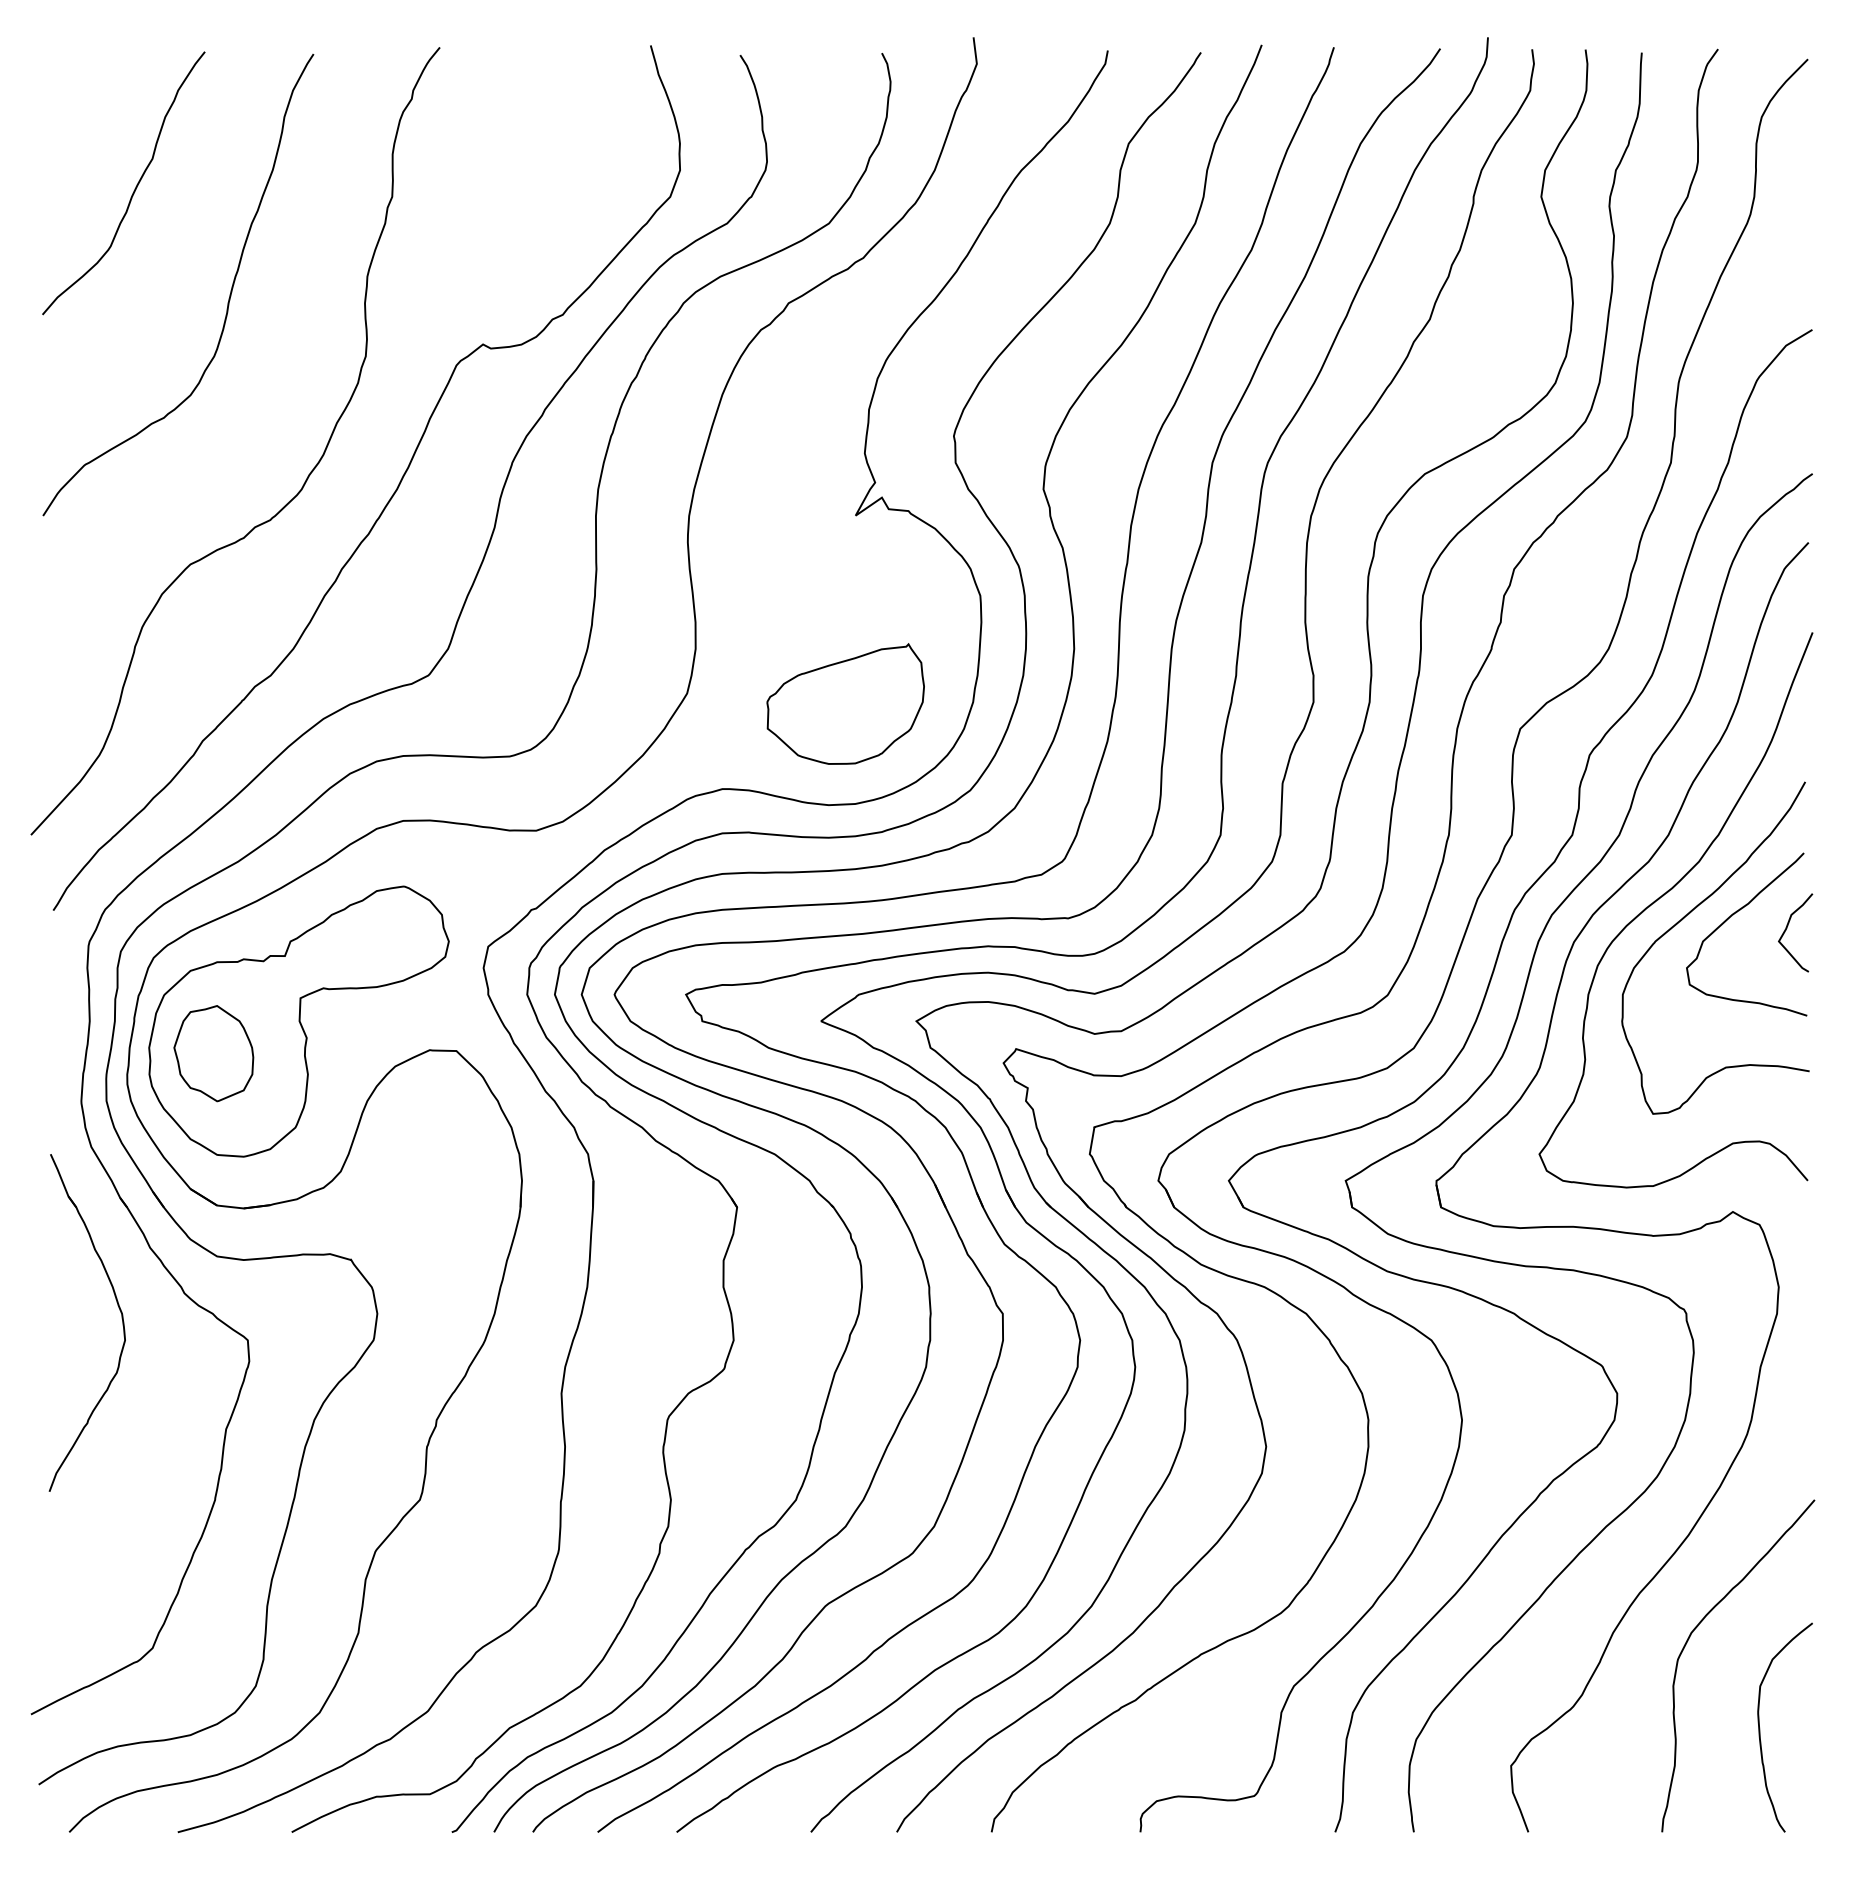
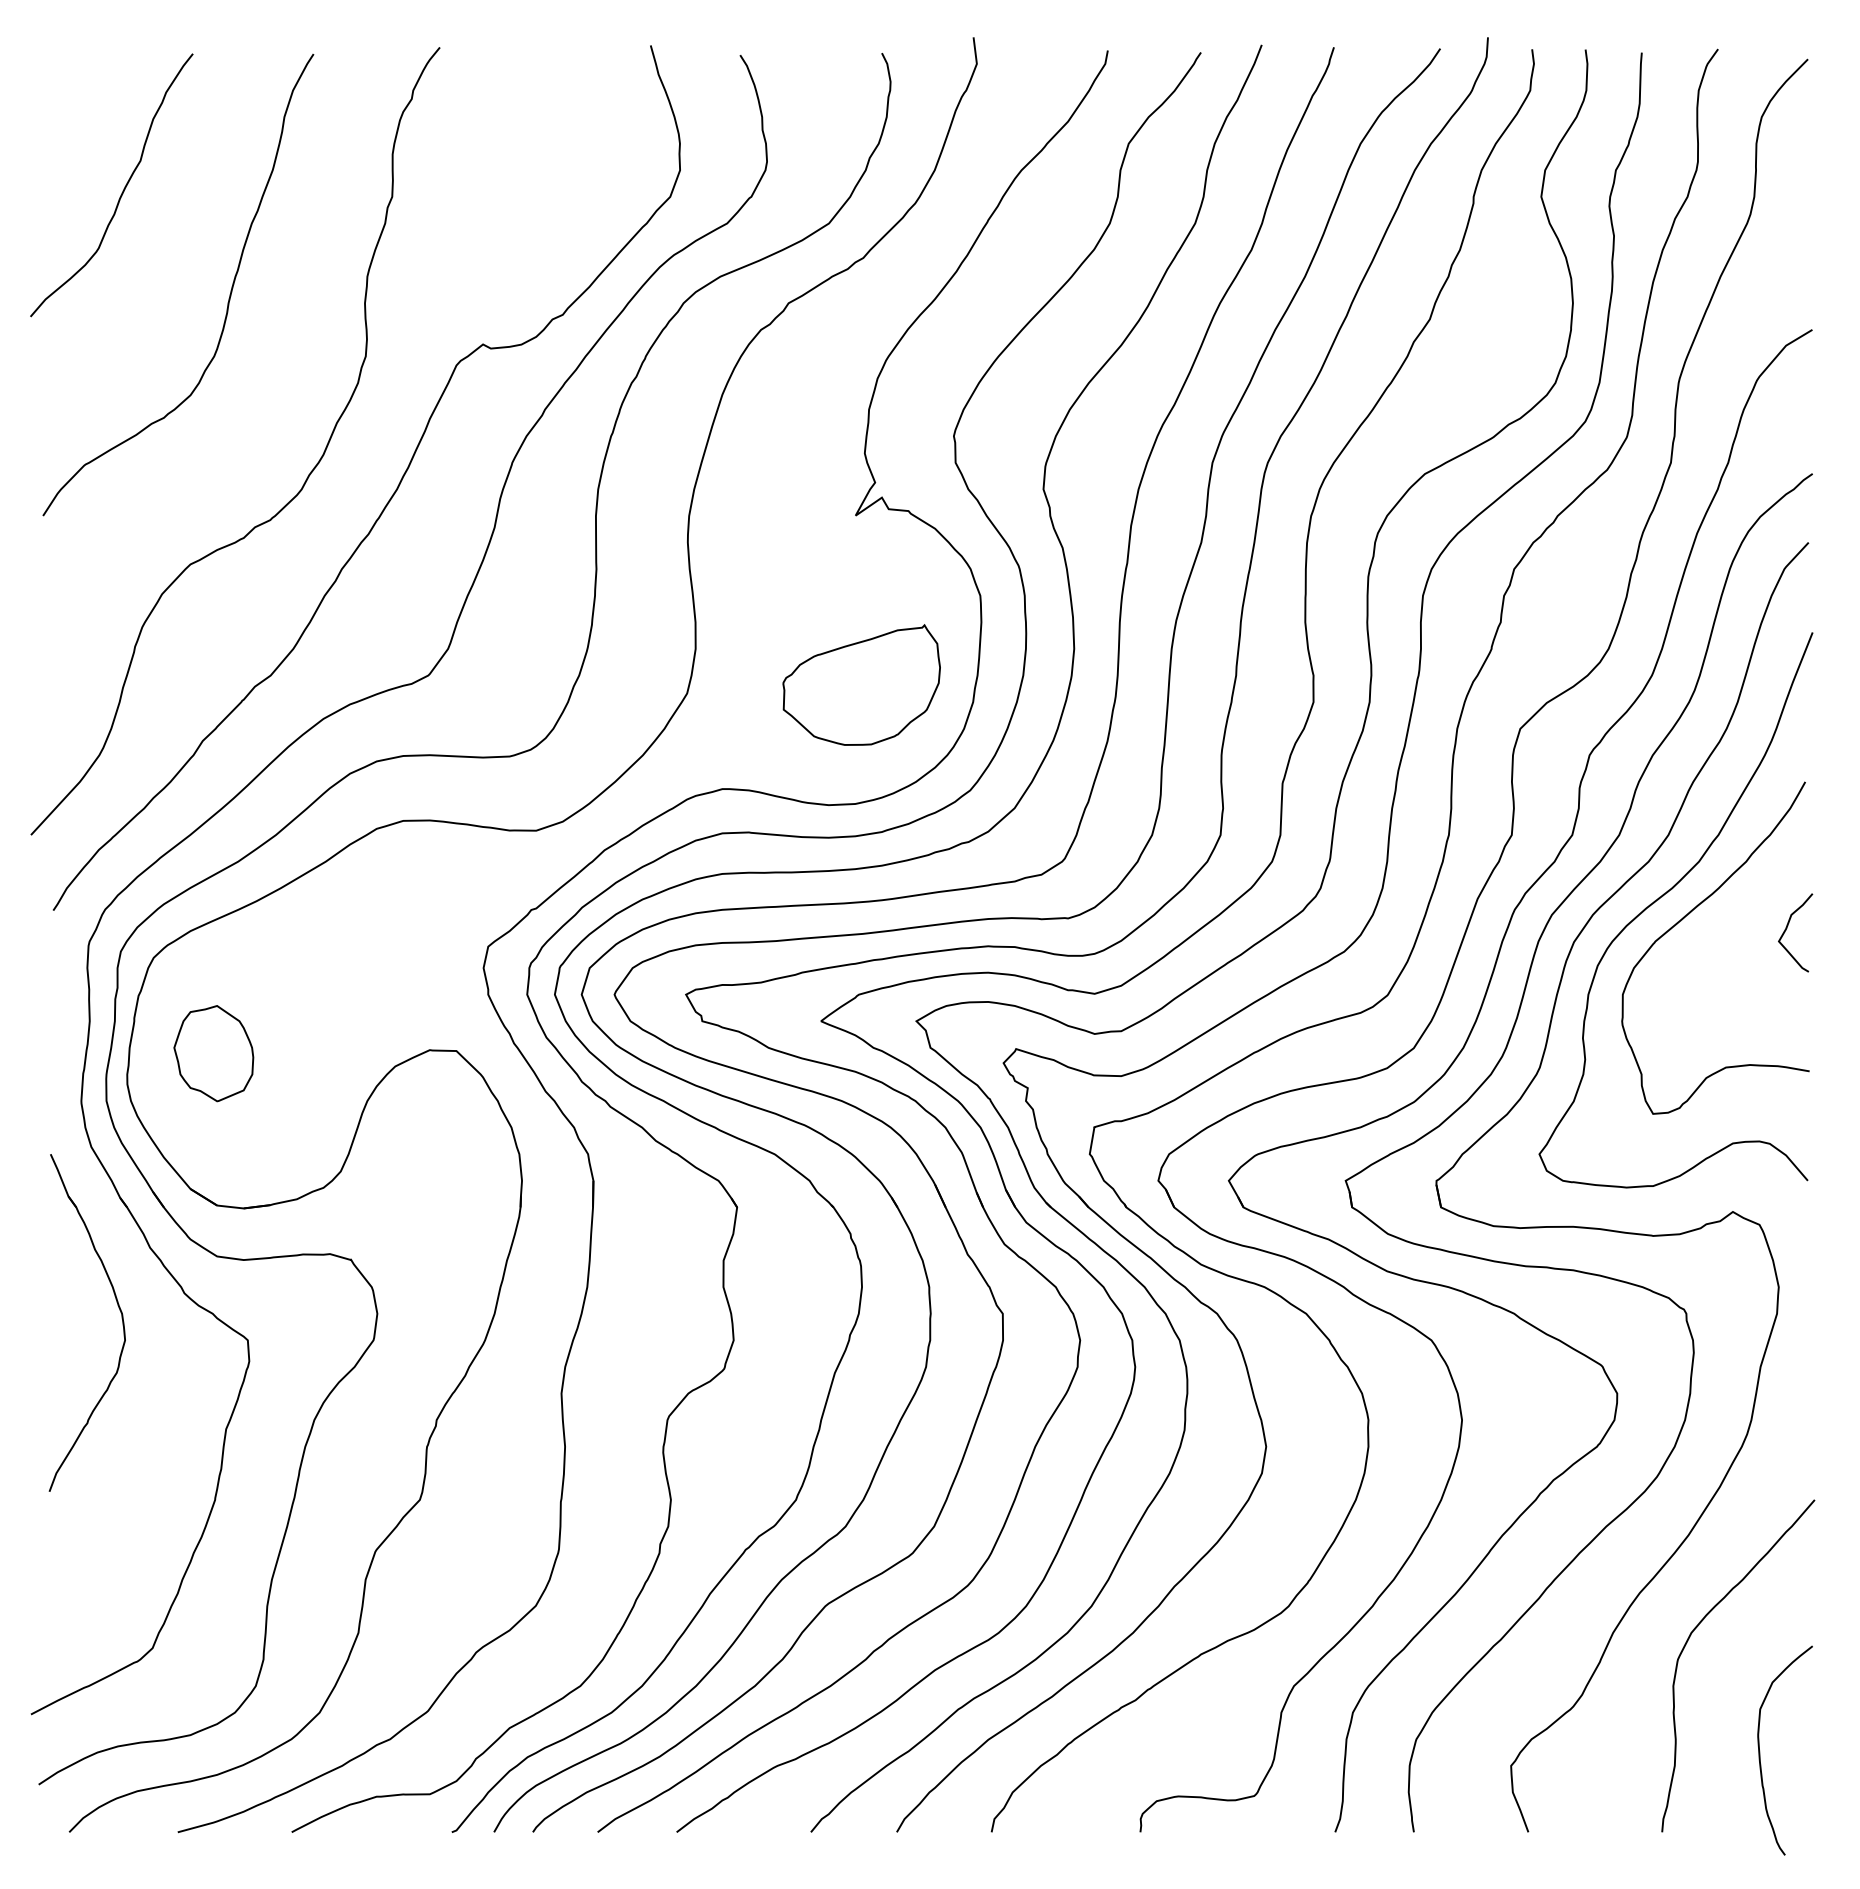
curve at (134, 188) position: (134, 188) -> (122, 190)
part at (845, 703) position: (845, 703) -> (861, 684)
curve at (1733, 915): present -> none
part at (298, 1021): present -> none
curve at (1760, 1728) position: (1760, 1728) -> (1760, 1751)
